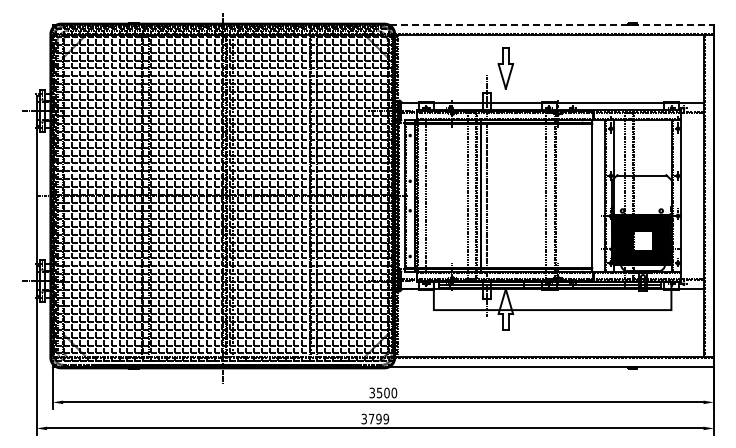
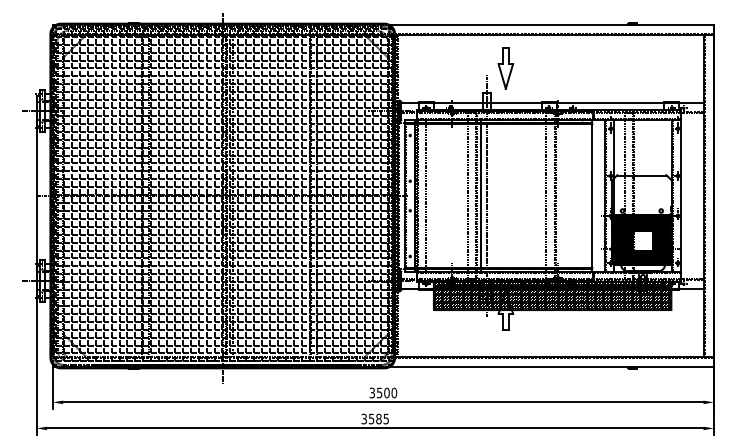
line at (552, 25): dashed -> solid
hatch at (554, 295): none -> present
text at (378, 418): 3799 -> 3585
